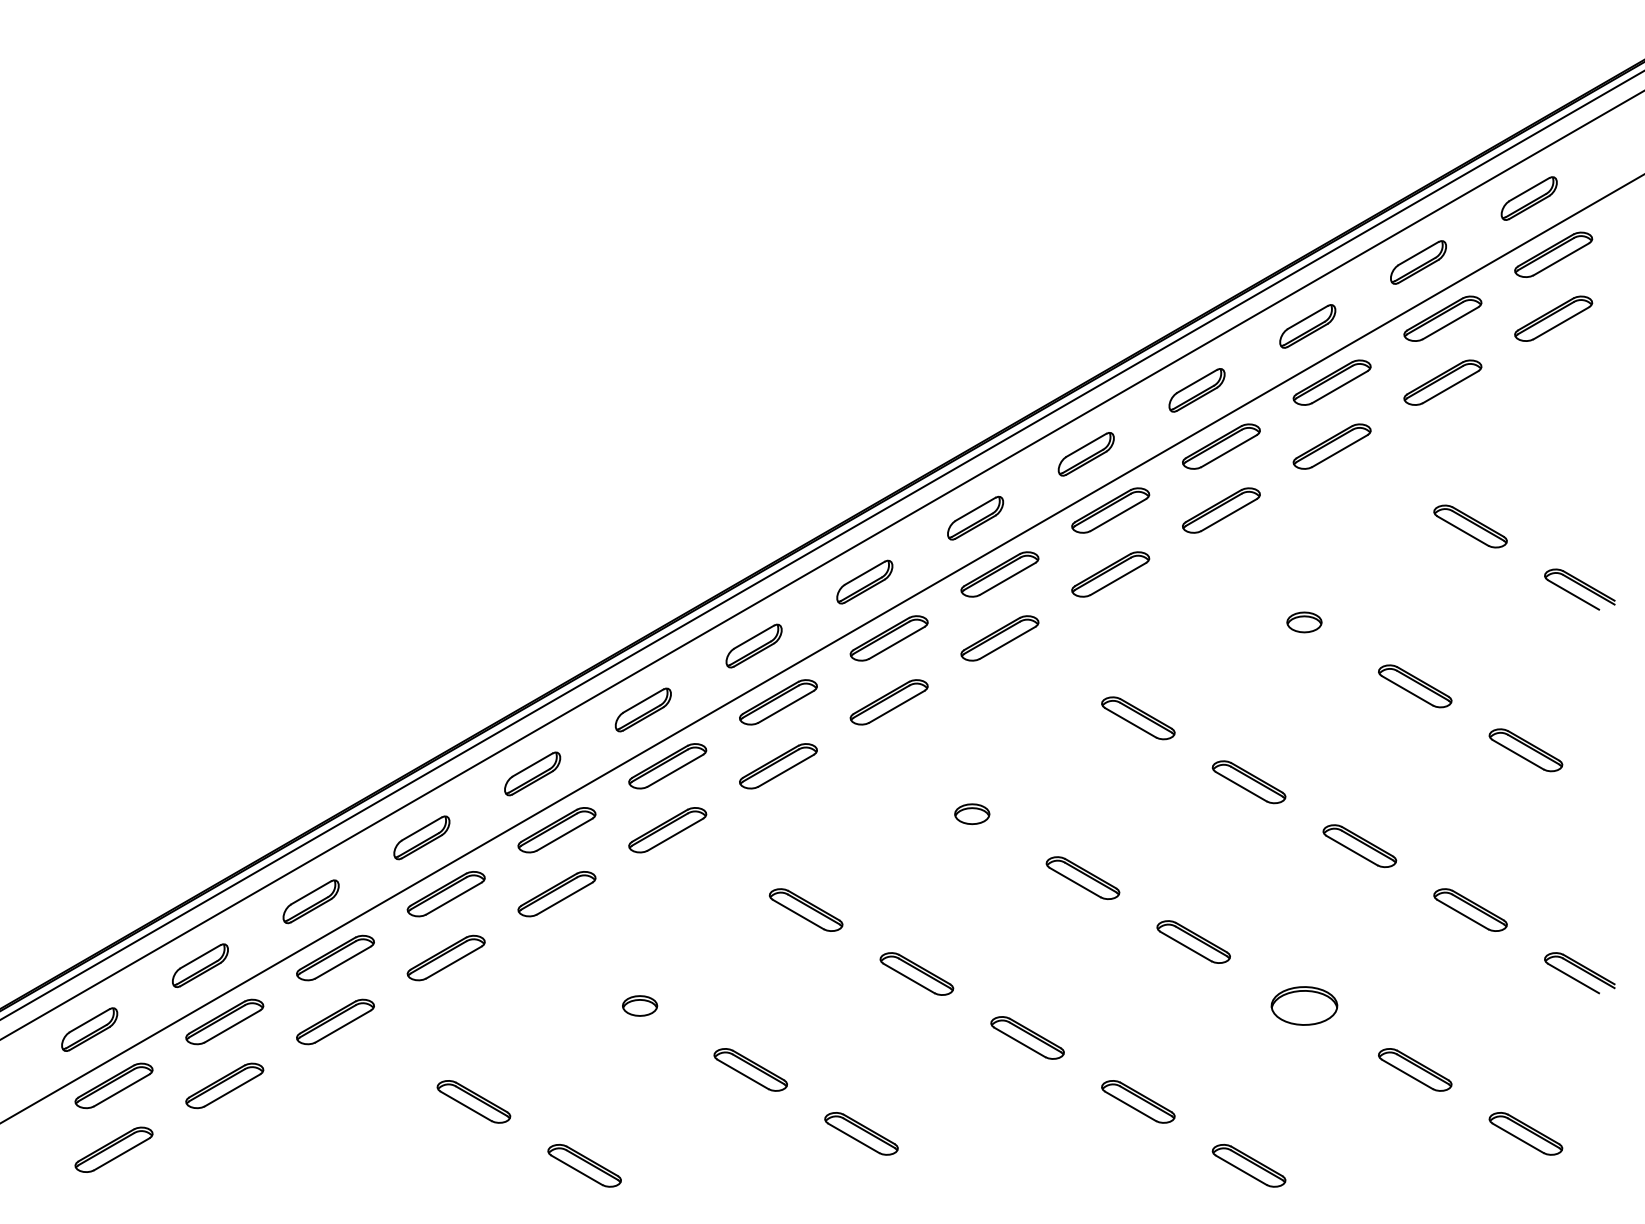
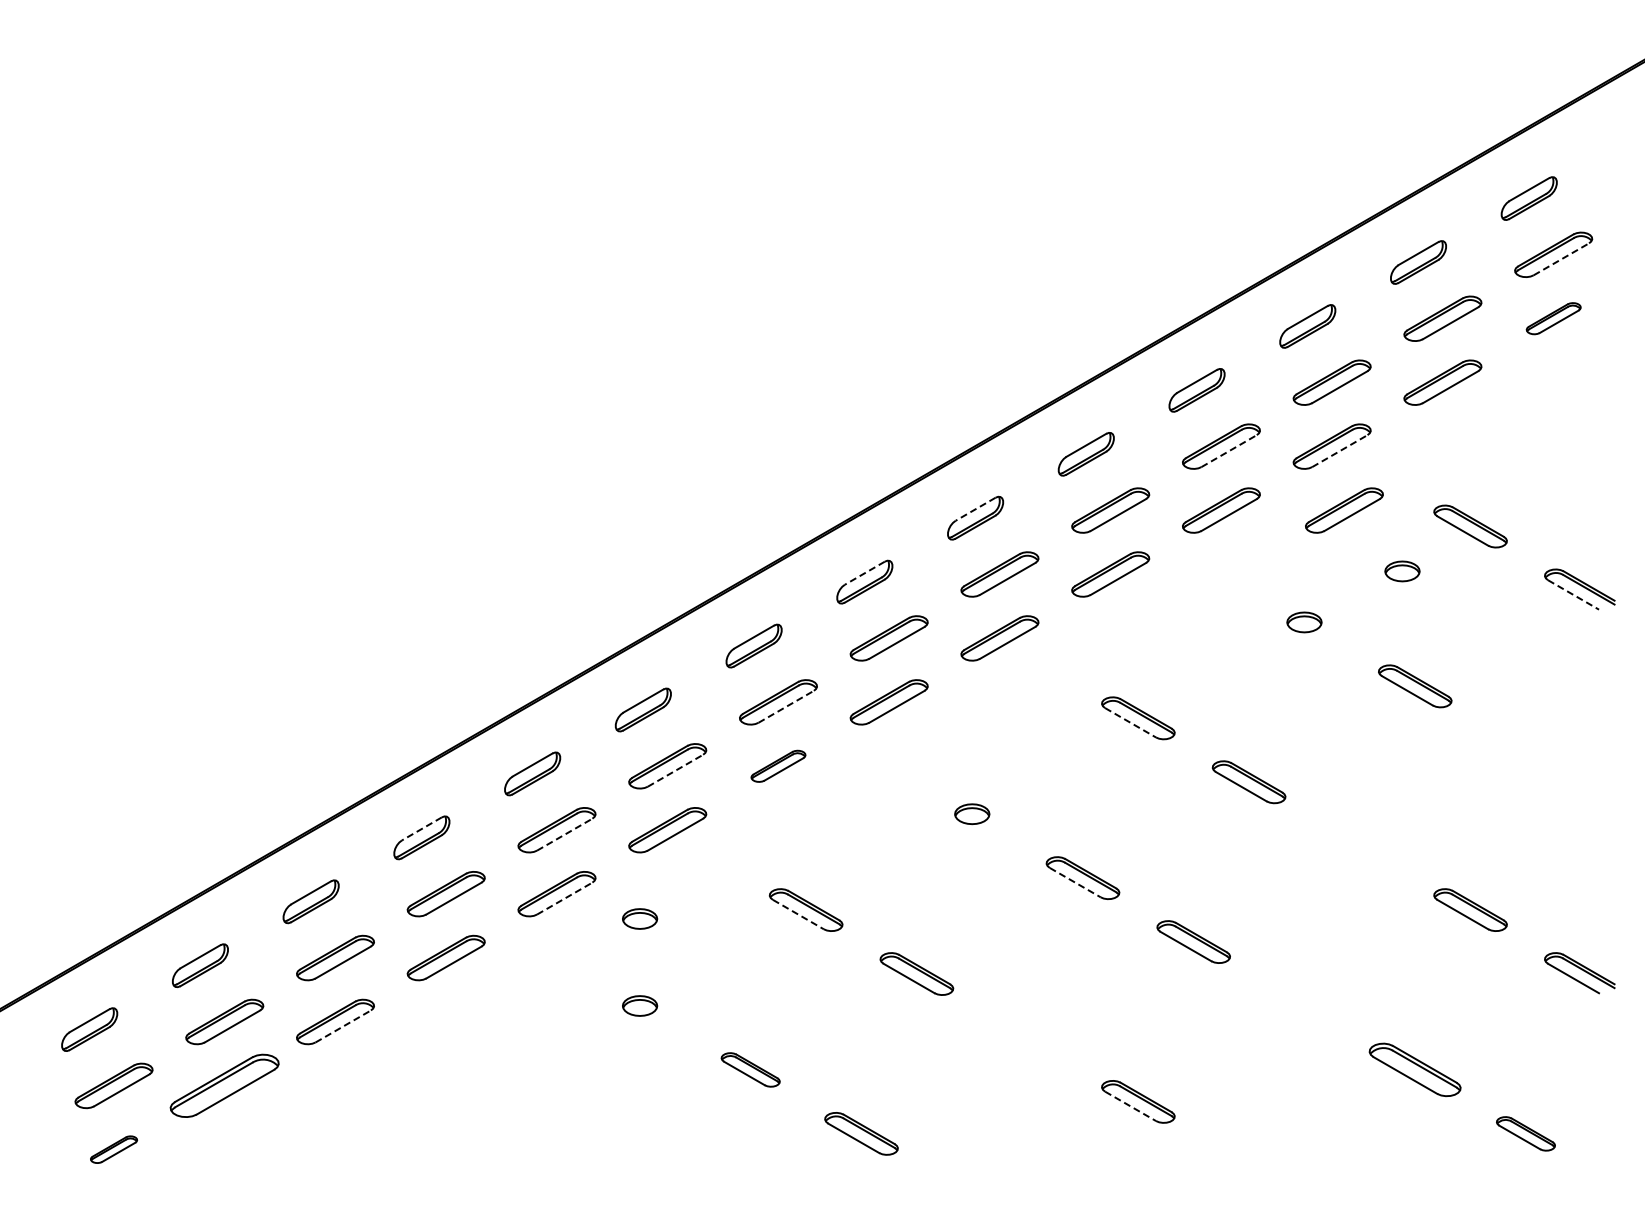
line at (1561, 259): solid -> dashed
part at (1553, 318) size: 80x47 px -> 57x34 px
line at (1229, 451): solid -> dashed
line at (1339, 451): solid -> dashed
line at (975, 509): solid -> dashed
part at (1344, 510): none -> present
line at (821, 545): present -> none
line at (821, 565): present -> none
part at (1402, 571): none -> present
line at (864, 573): solid -> dashed
line at (1574, 595): solid -> dashed
line at (821, 648): present -> none
line at (786, 706): solid -> dashed
line at (1131, 723): solid -> dashed
part at (1525, 750): present -> none
part at (778, 766) size: 79x47 px -> 57x34 px
line at (675, 770): solid -> dashed
line at (421, 829): solid -> dashed
line at (564, 834): solid -> dashed
part at (1359, 846): present -> none
line at (1075, 882): solid -> dashed
line at (564, 898): solid -> dashed
line at (798, 914): solid -> dashed
part at (640, 918): none -> present
part at (1304, 1005): present -> none
line at (343, 1026): solid -> dashed
part at (1027, 1037): present -> none
part at (750, 1069) size: 75x44 px -> 61x36 px
part at (1415, 1069) size: 75x44 px -> 94x55 px
part at (224, 1085) size: 80x48 px -> 111x65 px
part at (473, 1101): present -> none
line at (1131, 1106): solid -> dashed
part at (1525, 1133) size: 76x44 px -> 60x36 px
part at (113, 1149) size: 80x47 px -> 49x29 px
part at (584, 1165): present -> none
part at (1248, 1165): present -> none
